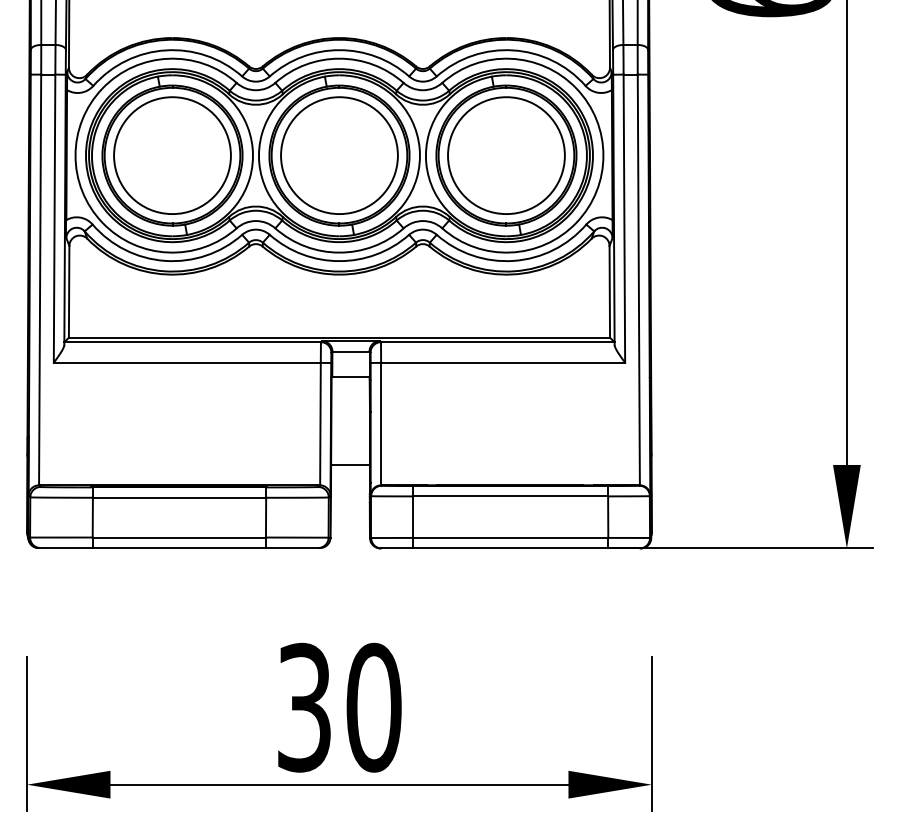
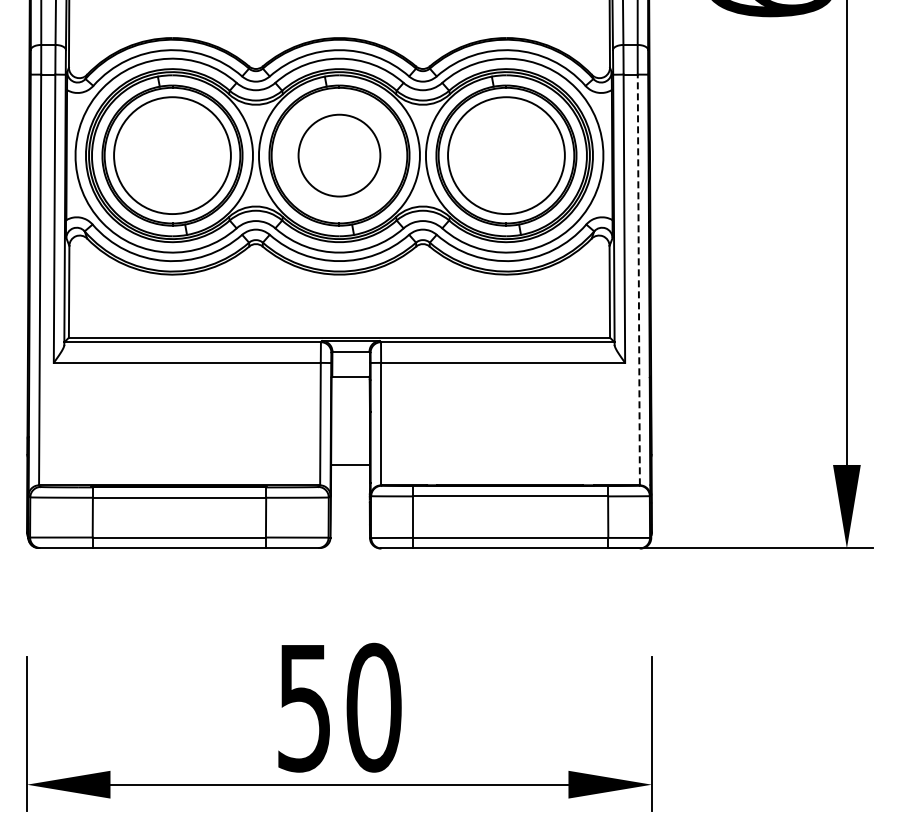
circle at (339, 155) diameter: 117 px -> 82 px
line at (638, 279): solid -> dashed
text at (304, 707): 30 -> 50
